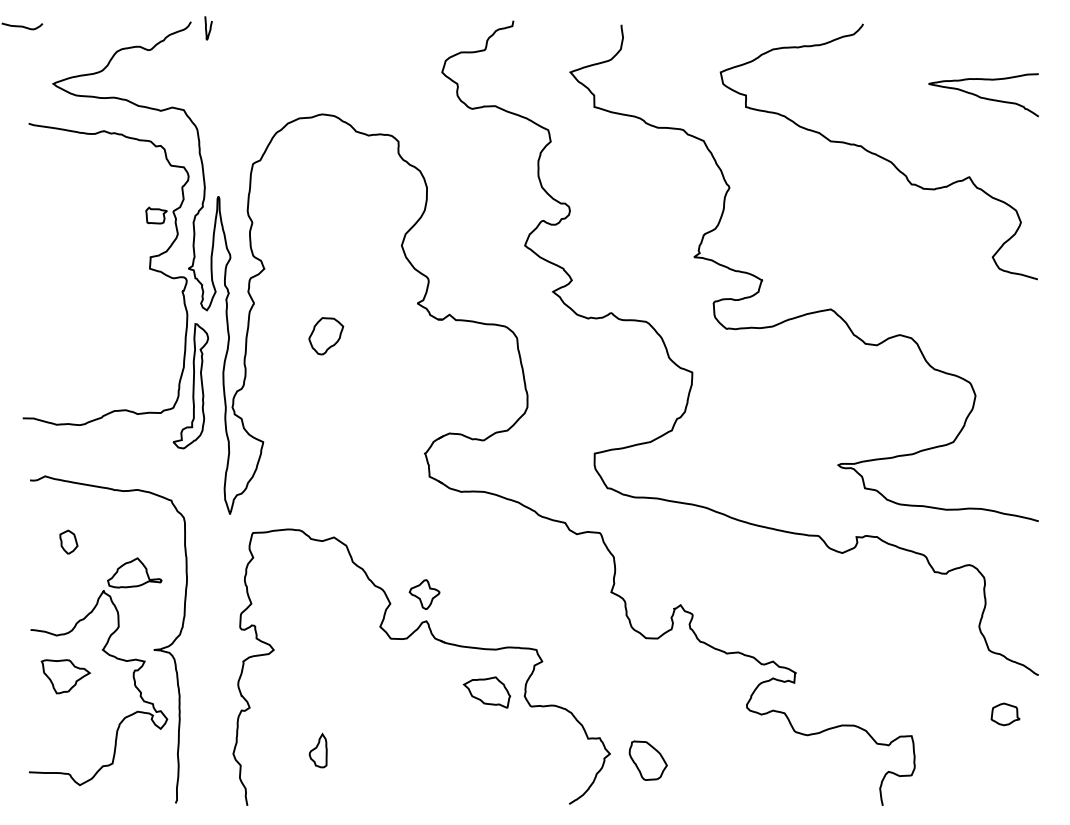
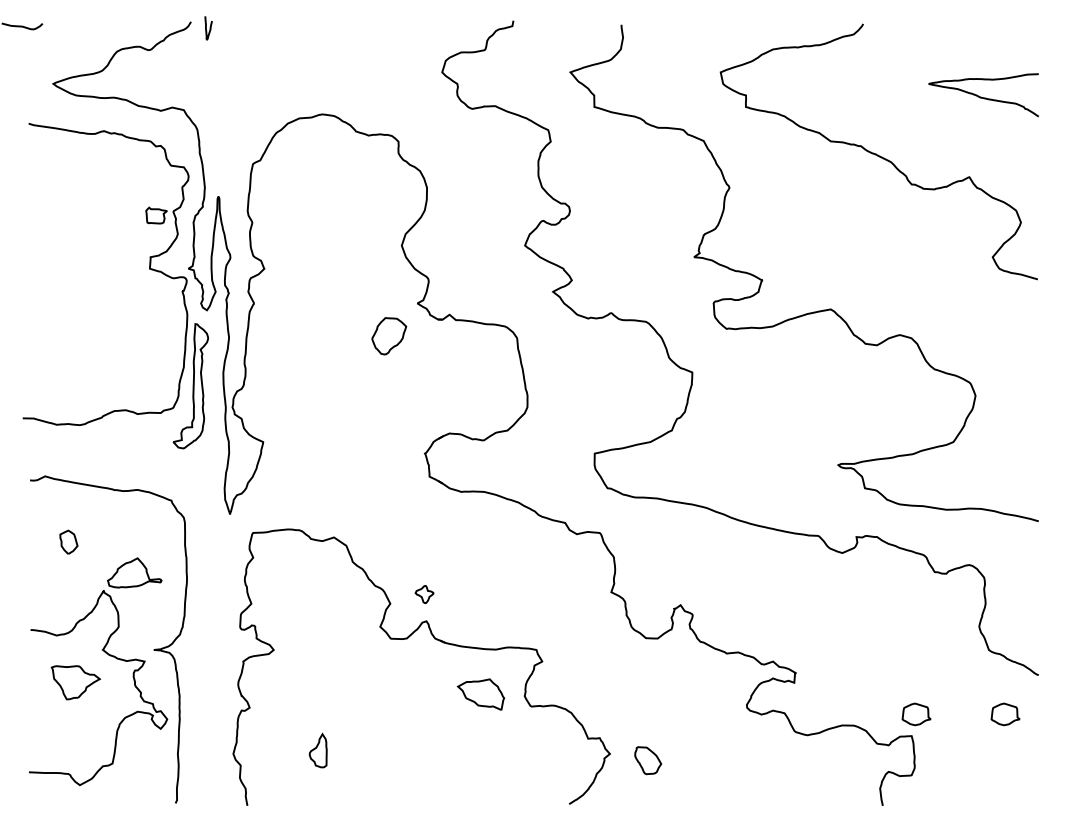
part at (326, 336) position: (326, 336) -> (389, 336)
part at (424, 594) size: 33x31 px -> 21x19 px
part at (65, 676) position: (65, 676) -> (75, 682)
part at (486, 692) position: (486, 692) -> (480, 694)
part at (916, 714): none -> present
part at (647, 760) size: 40x41 px -> 29x30 px
